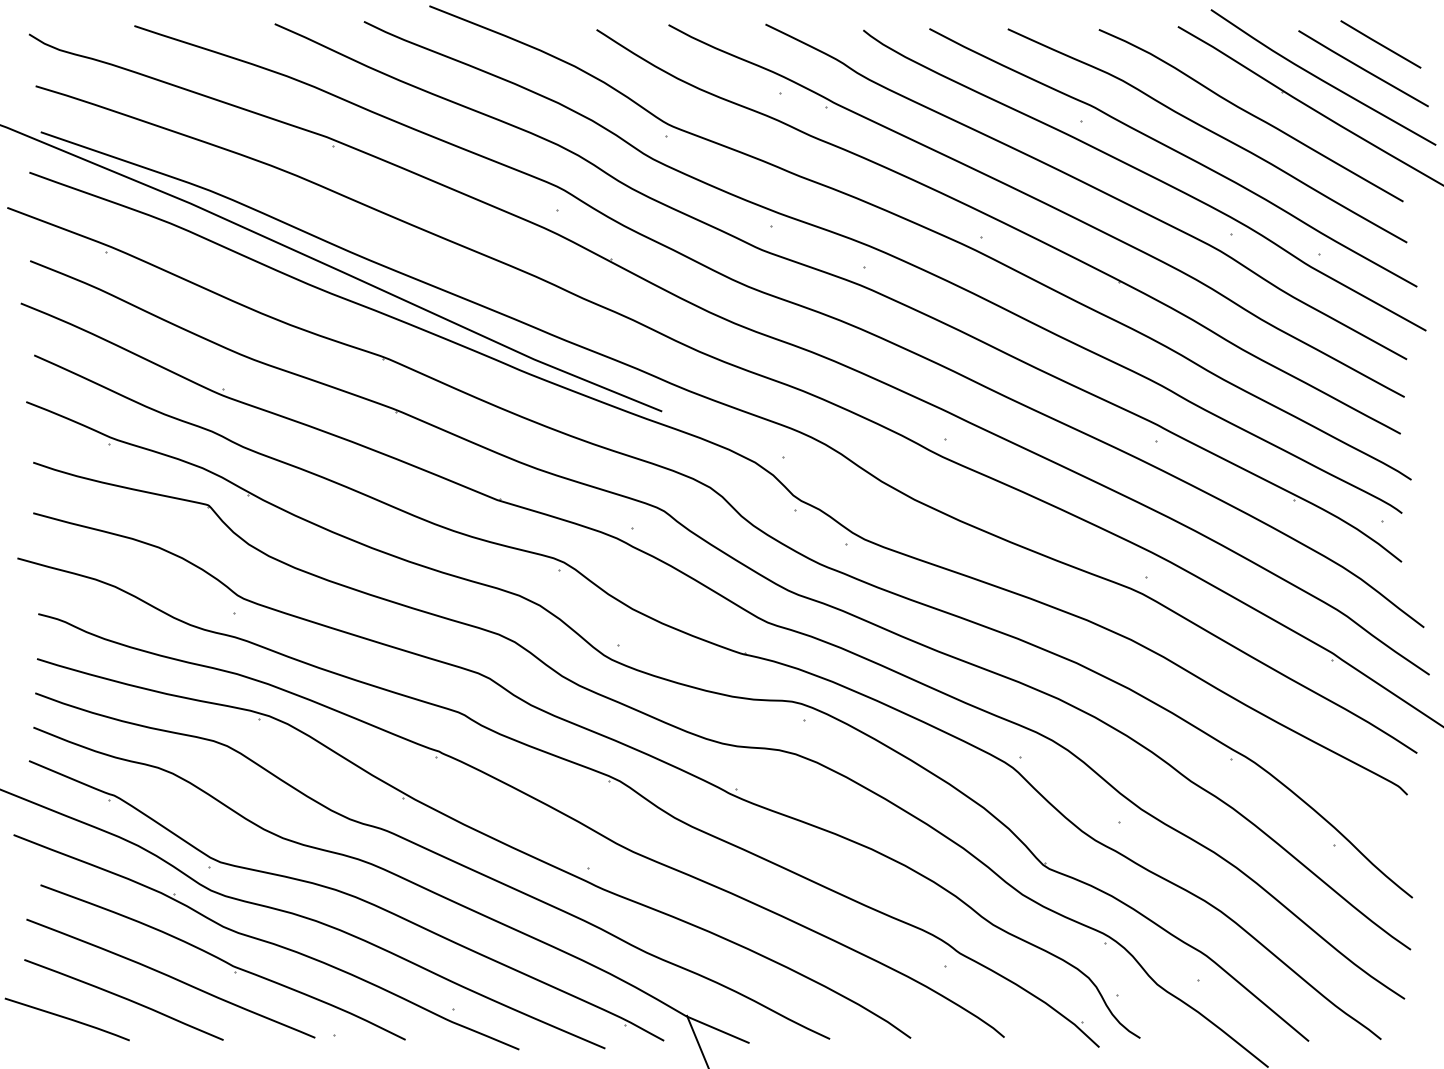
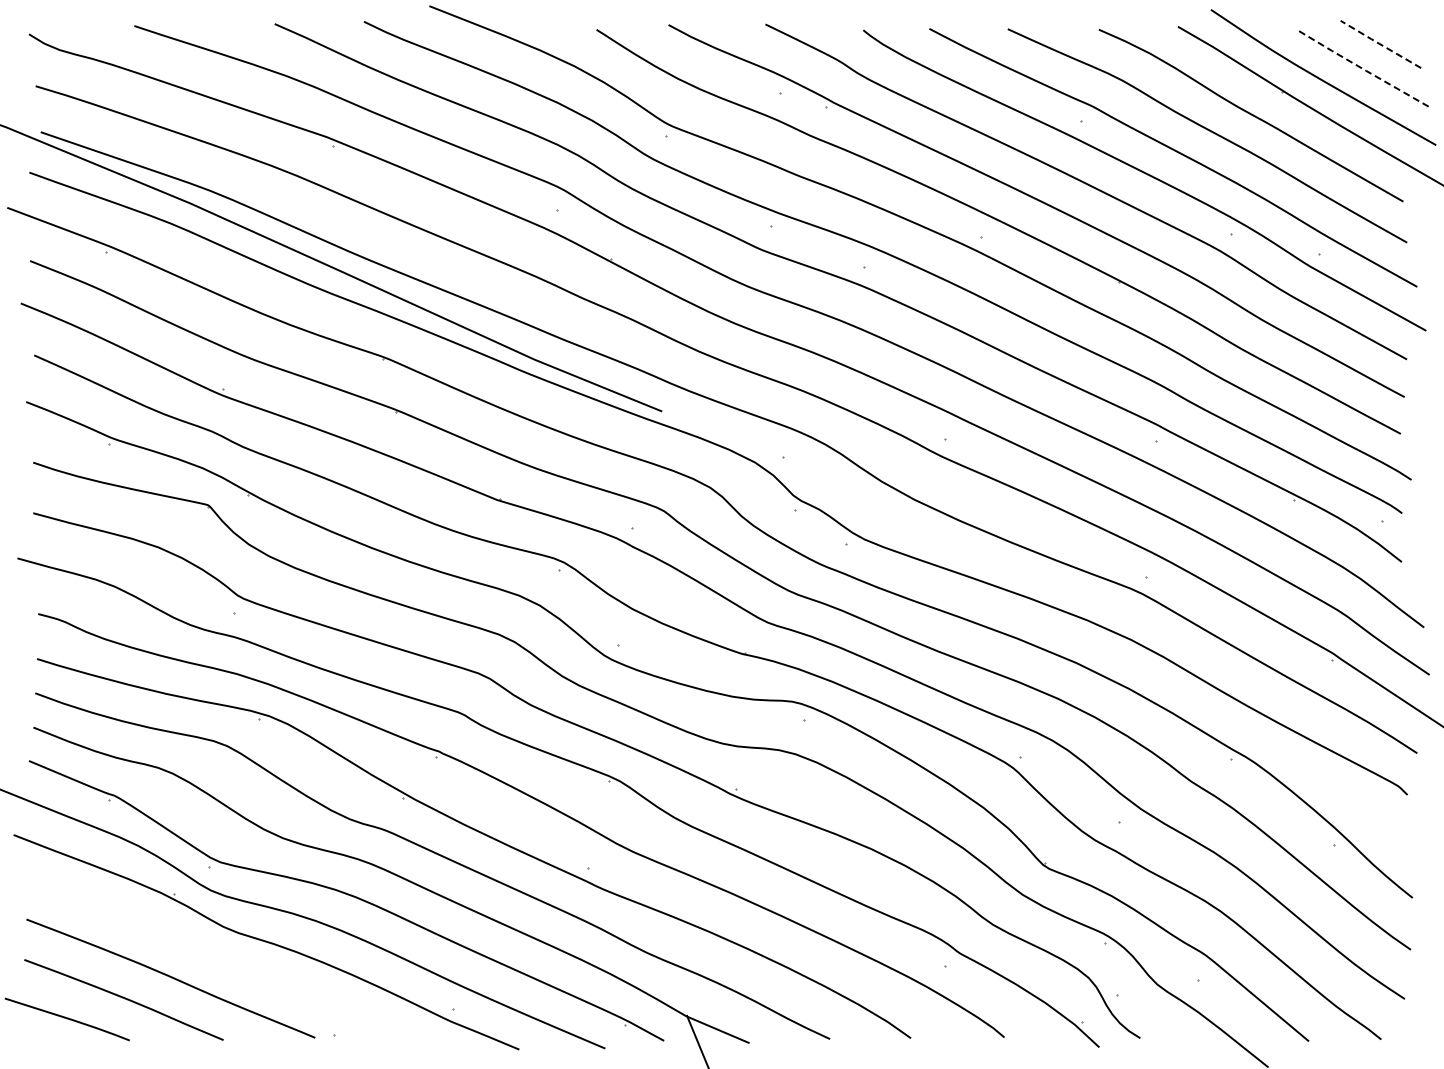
line at (1379, 44): solid -> dashed
line at (1362, 68): solid -> dashed
part at (222, 962): present -> none
